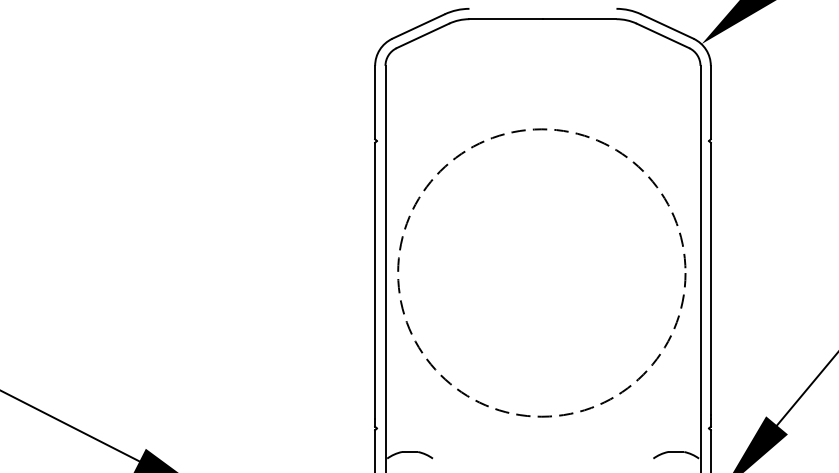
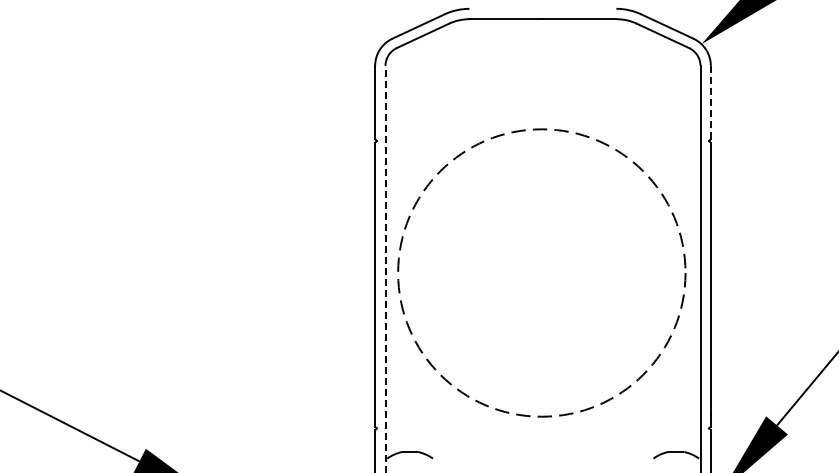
line at (710, 102): solid -> dashed
line at (385, 268): solid -> dashed
